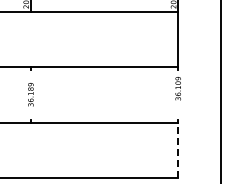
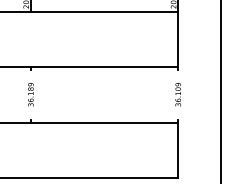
text at (177, 88) position: (177, 88) -> (177, 94)
line at (178, 150): dashed -> solid
